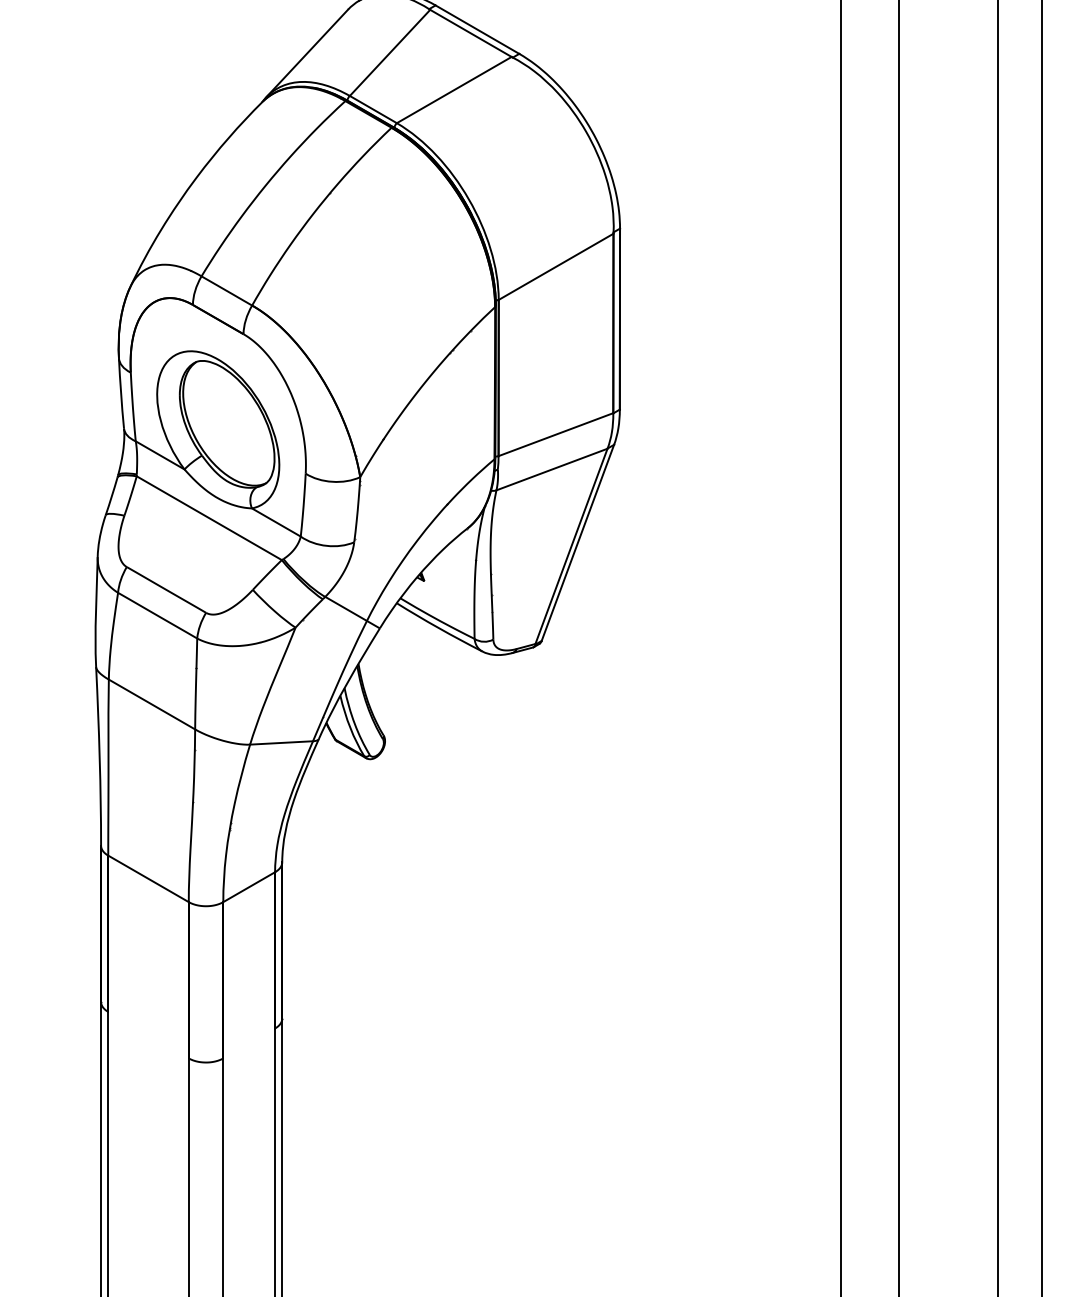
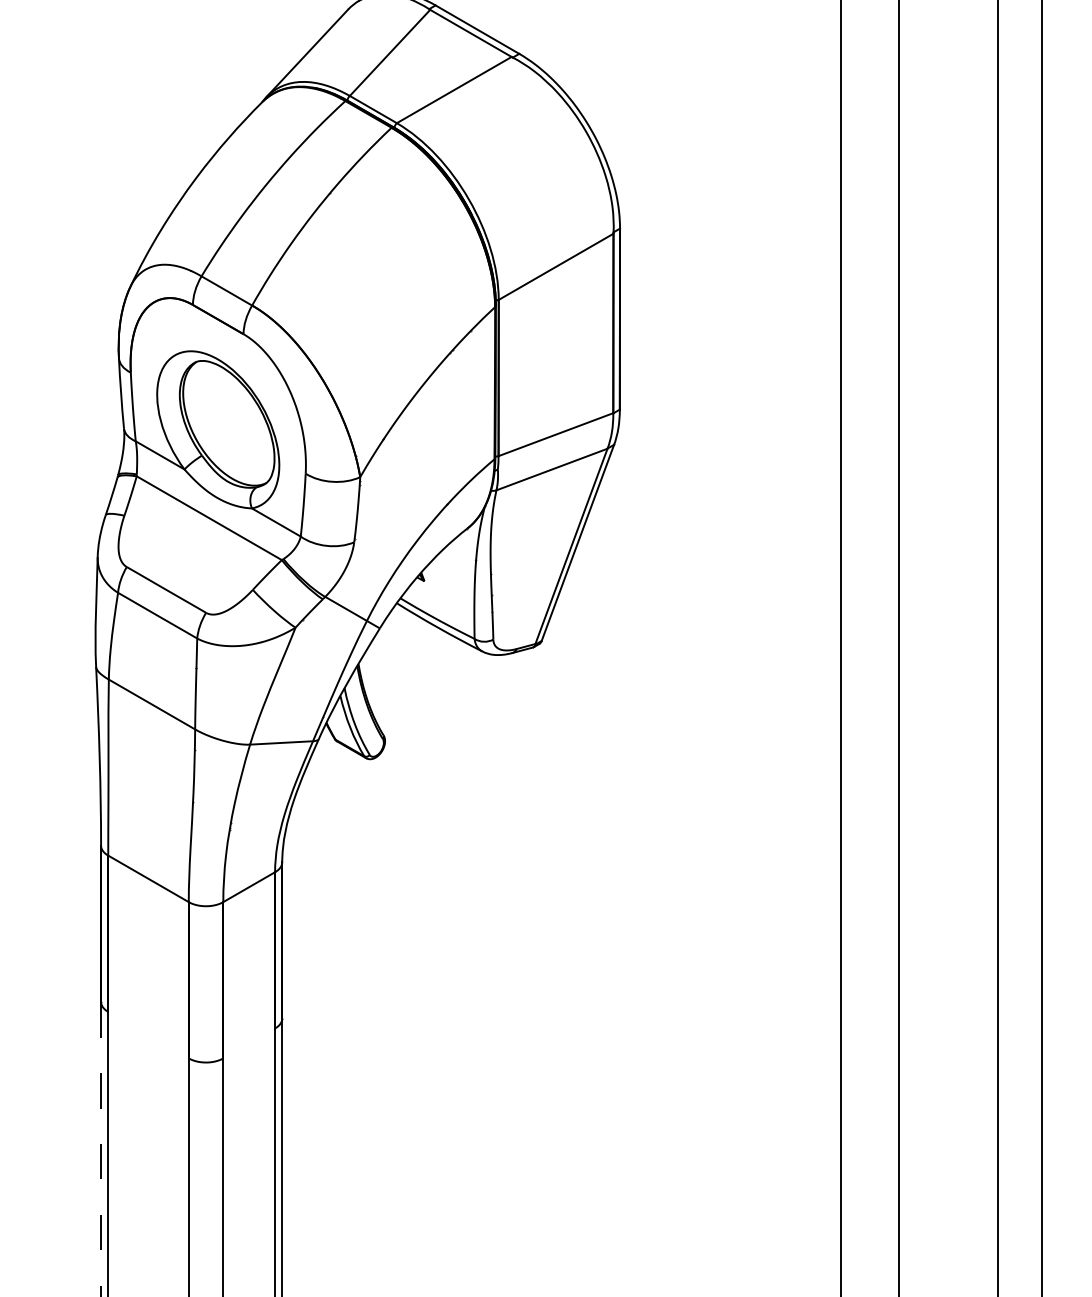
line at (101, 1149): solid -> dashed
